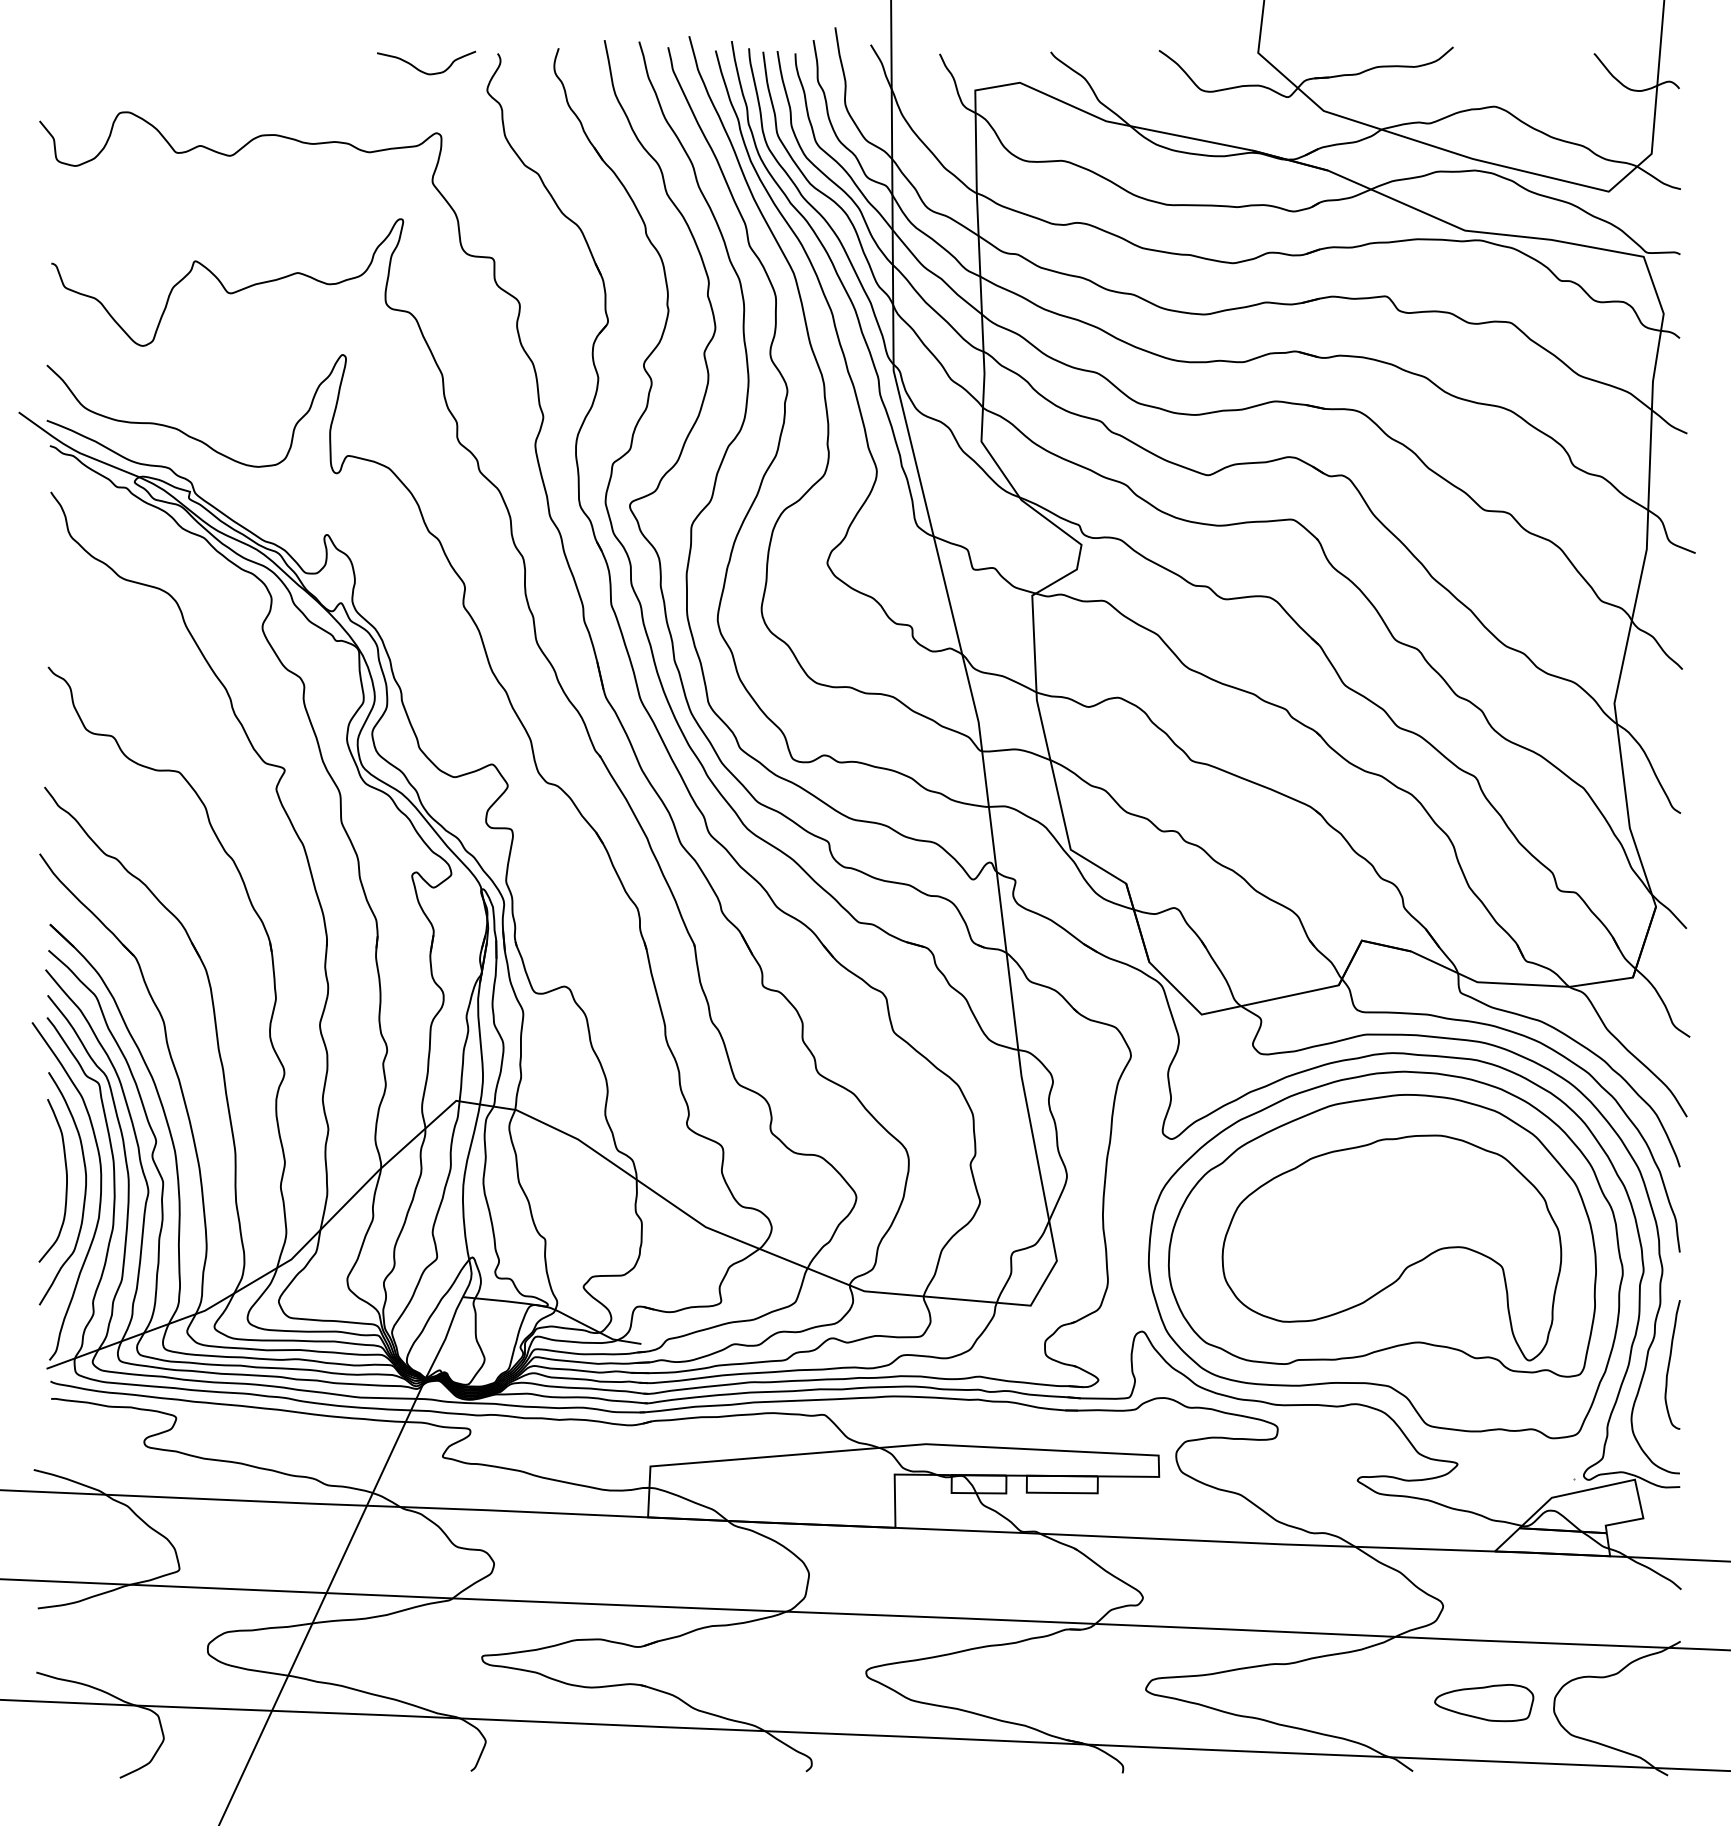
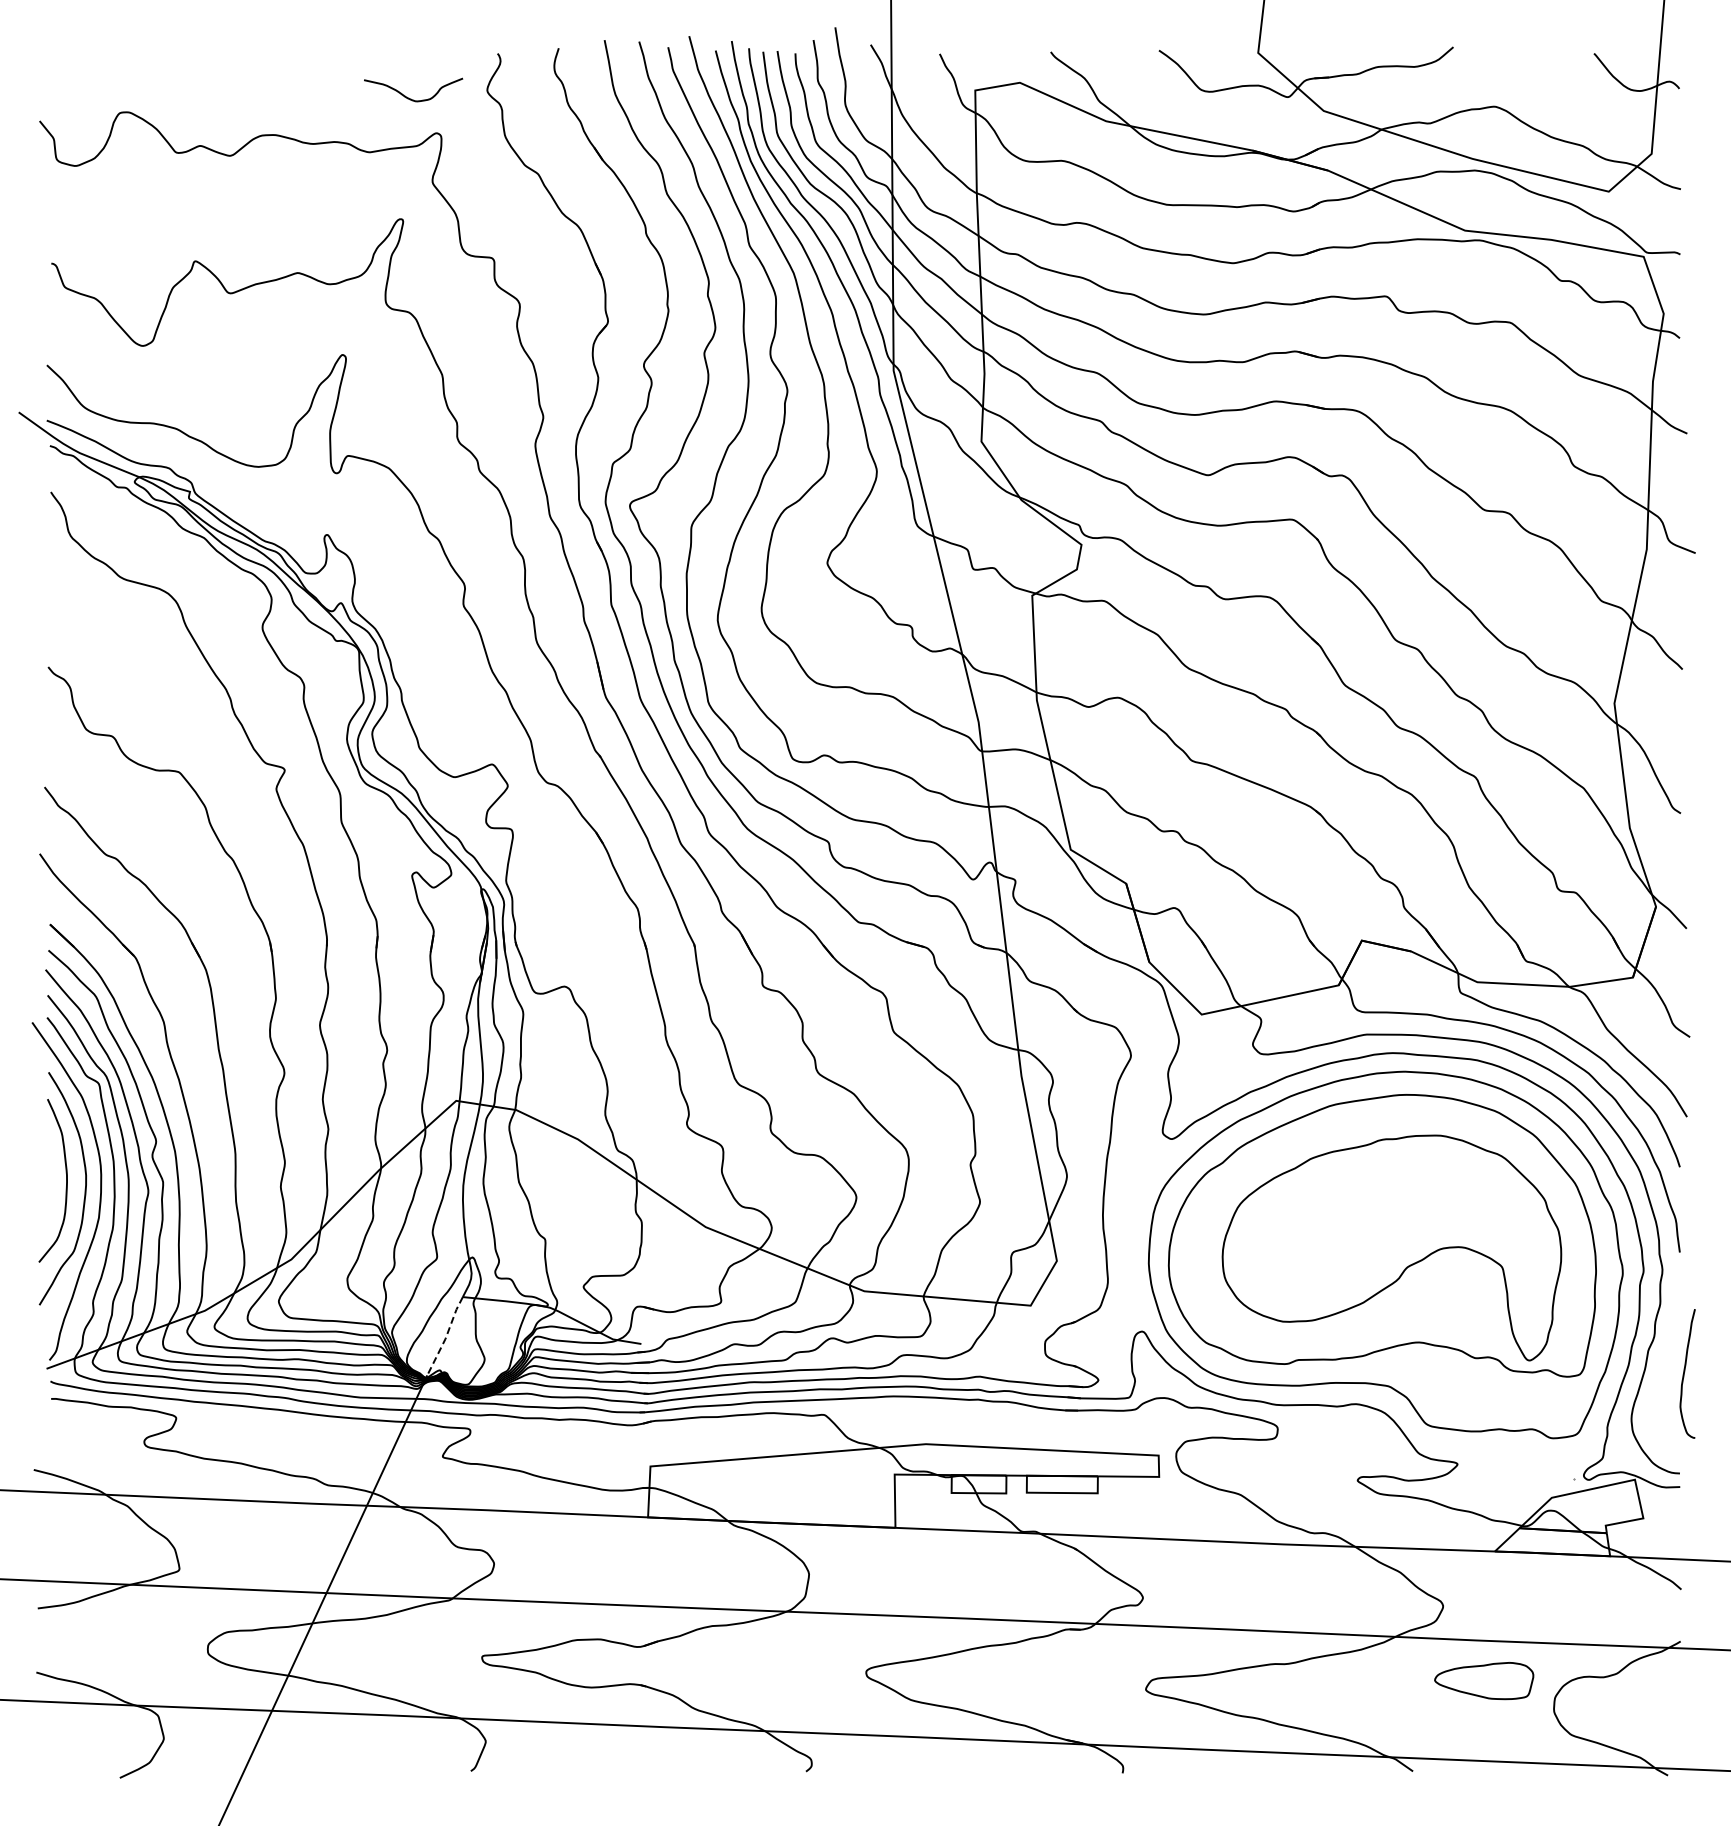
curve at (424, 71) position: (424, 71) -> (411, 98)
line at (446, 1337): solid -> dashed
curve at (1670, 1362) position: (1670, 1362) -> (1685, 1371)
part at (1484, 1703) position: (1484, 1703) -> (1484, 1681)
